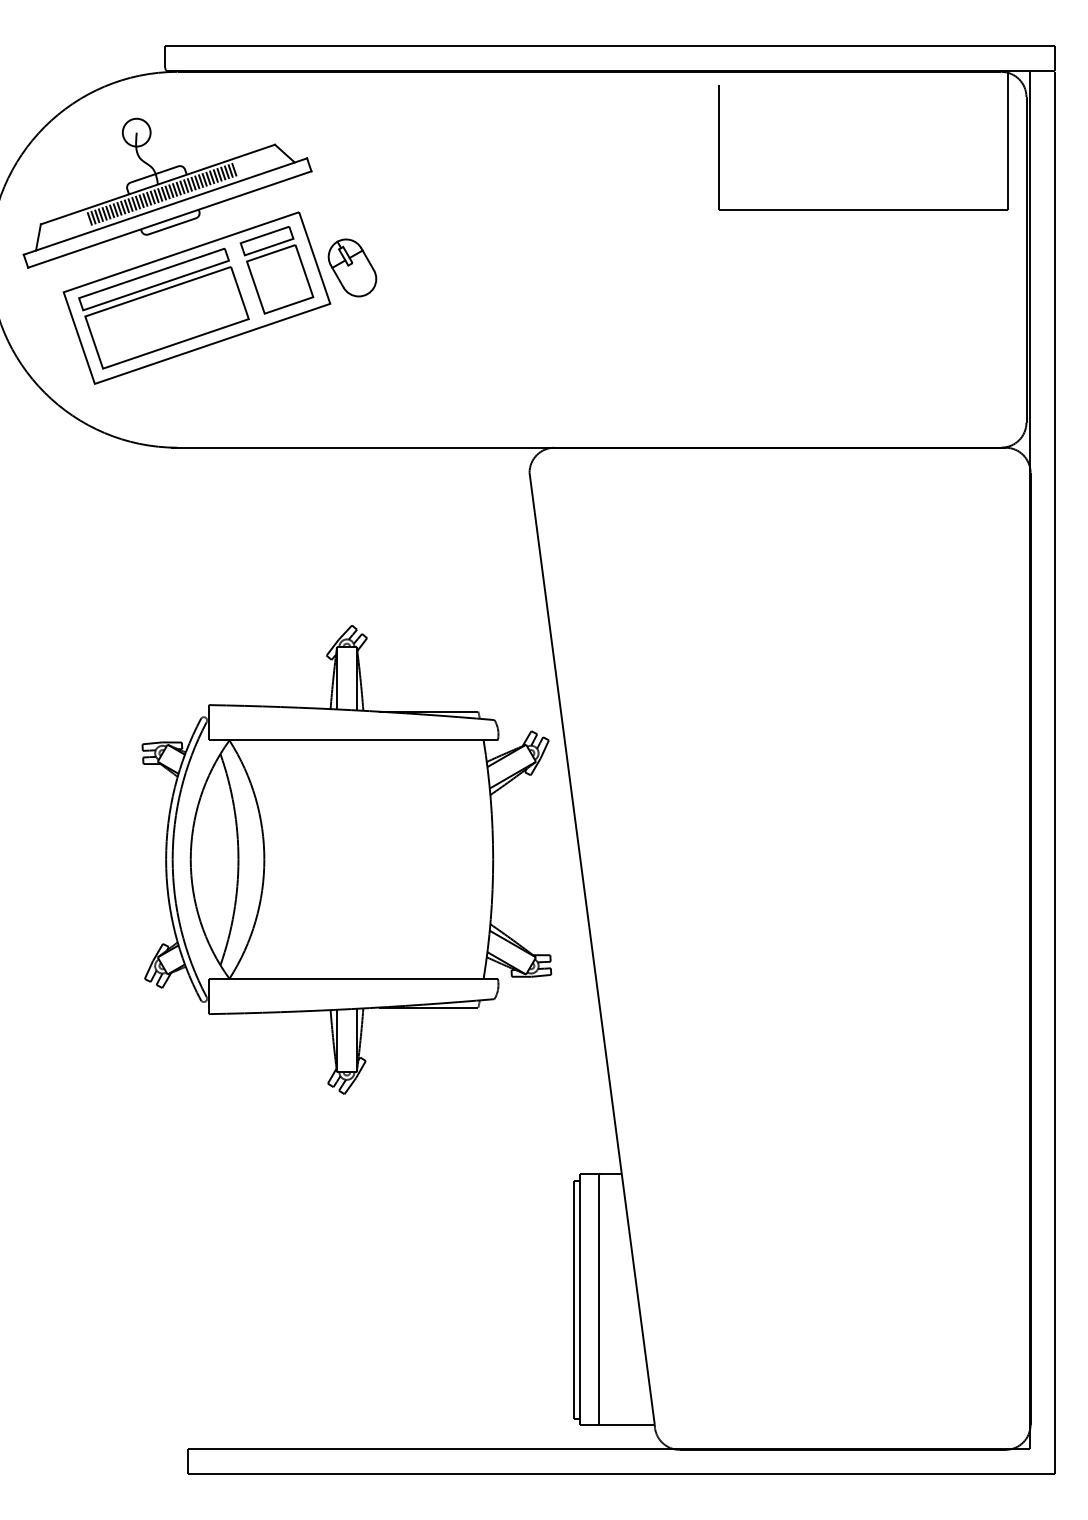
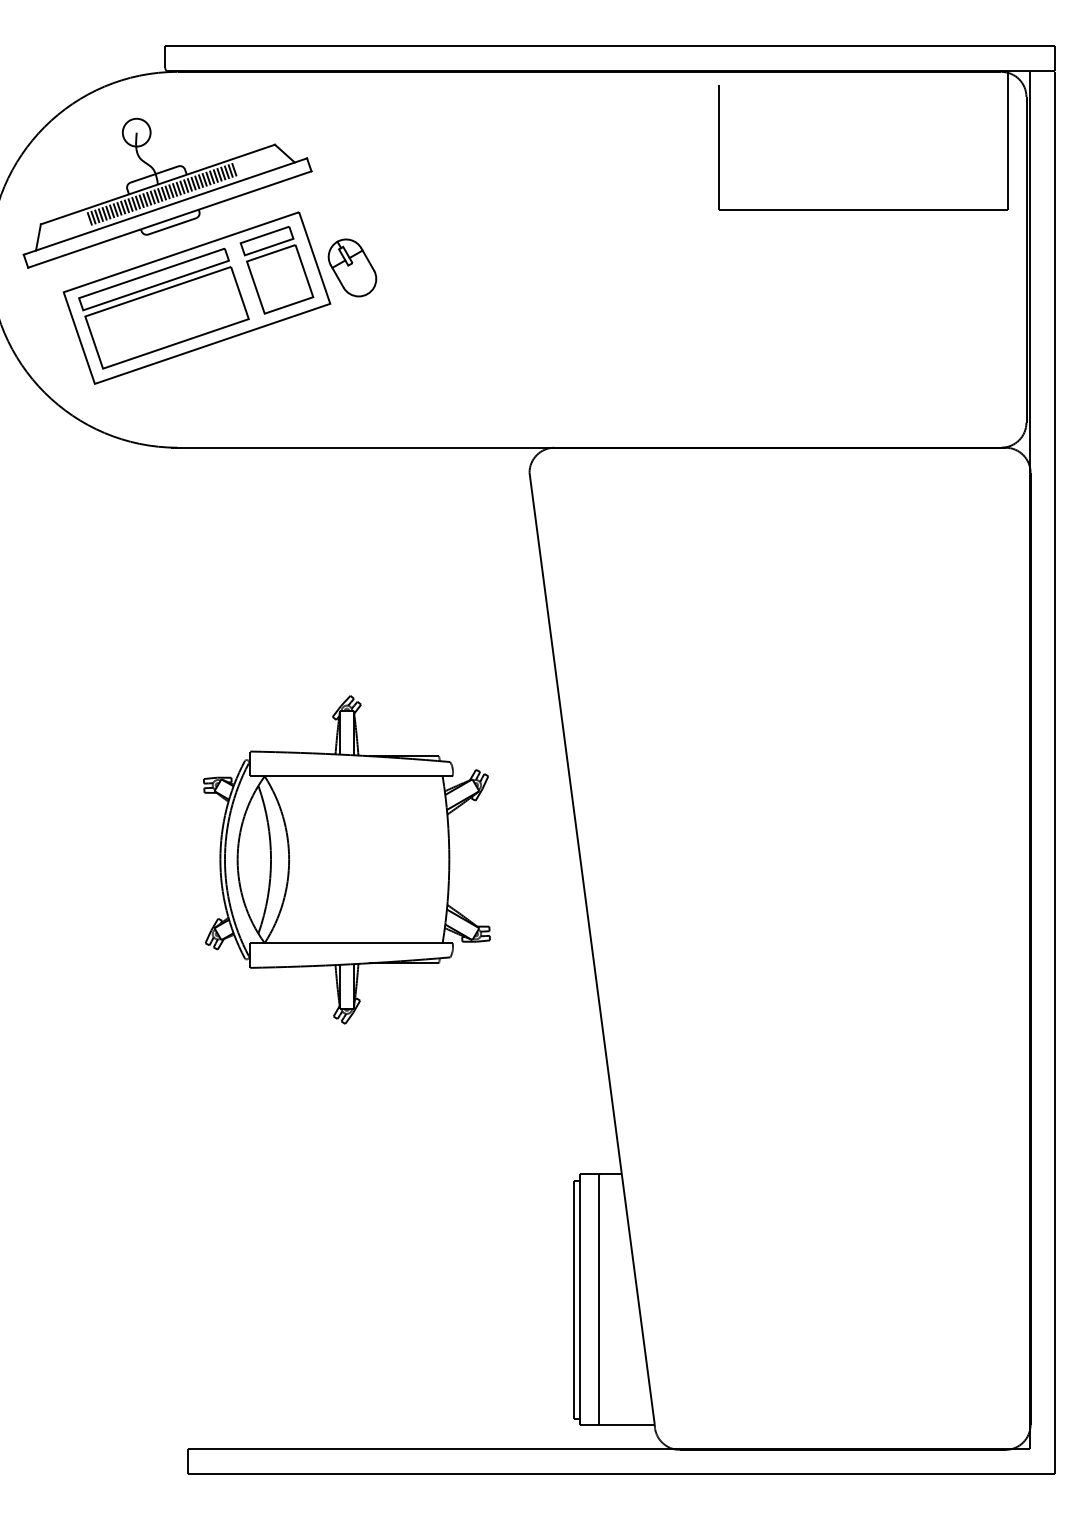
part at (346, 859) size: 412x470 px -> 288x330 px
